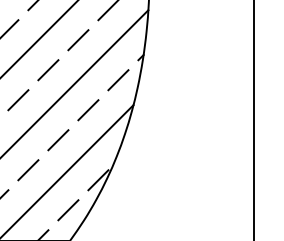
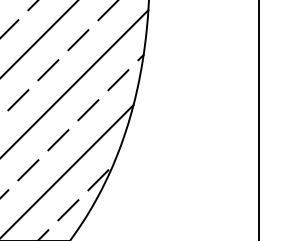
line at (254, 119) position: (254, 119) -> (259, 119)
